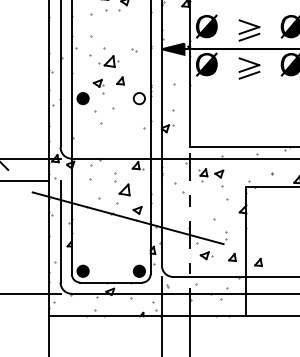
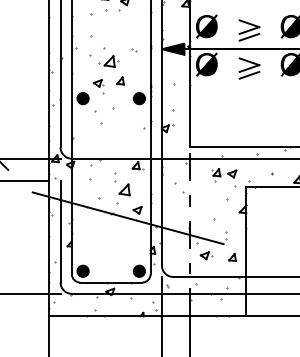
fill at (139, 98): none -> present
part at (211, 177) position: (211, 177) -> (224, 177)
part at (258, 261): present -> none
